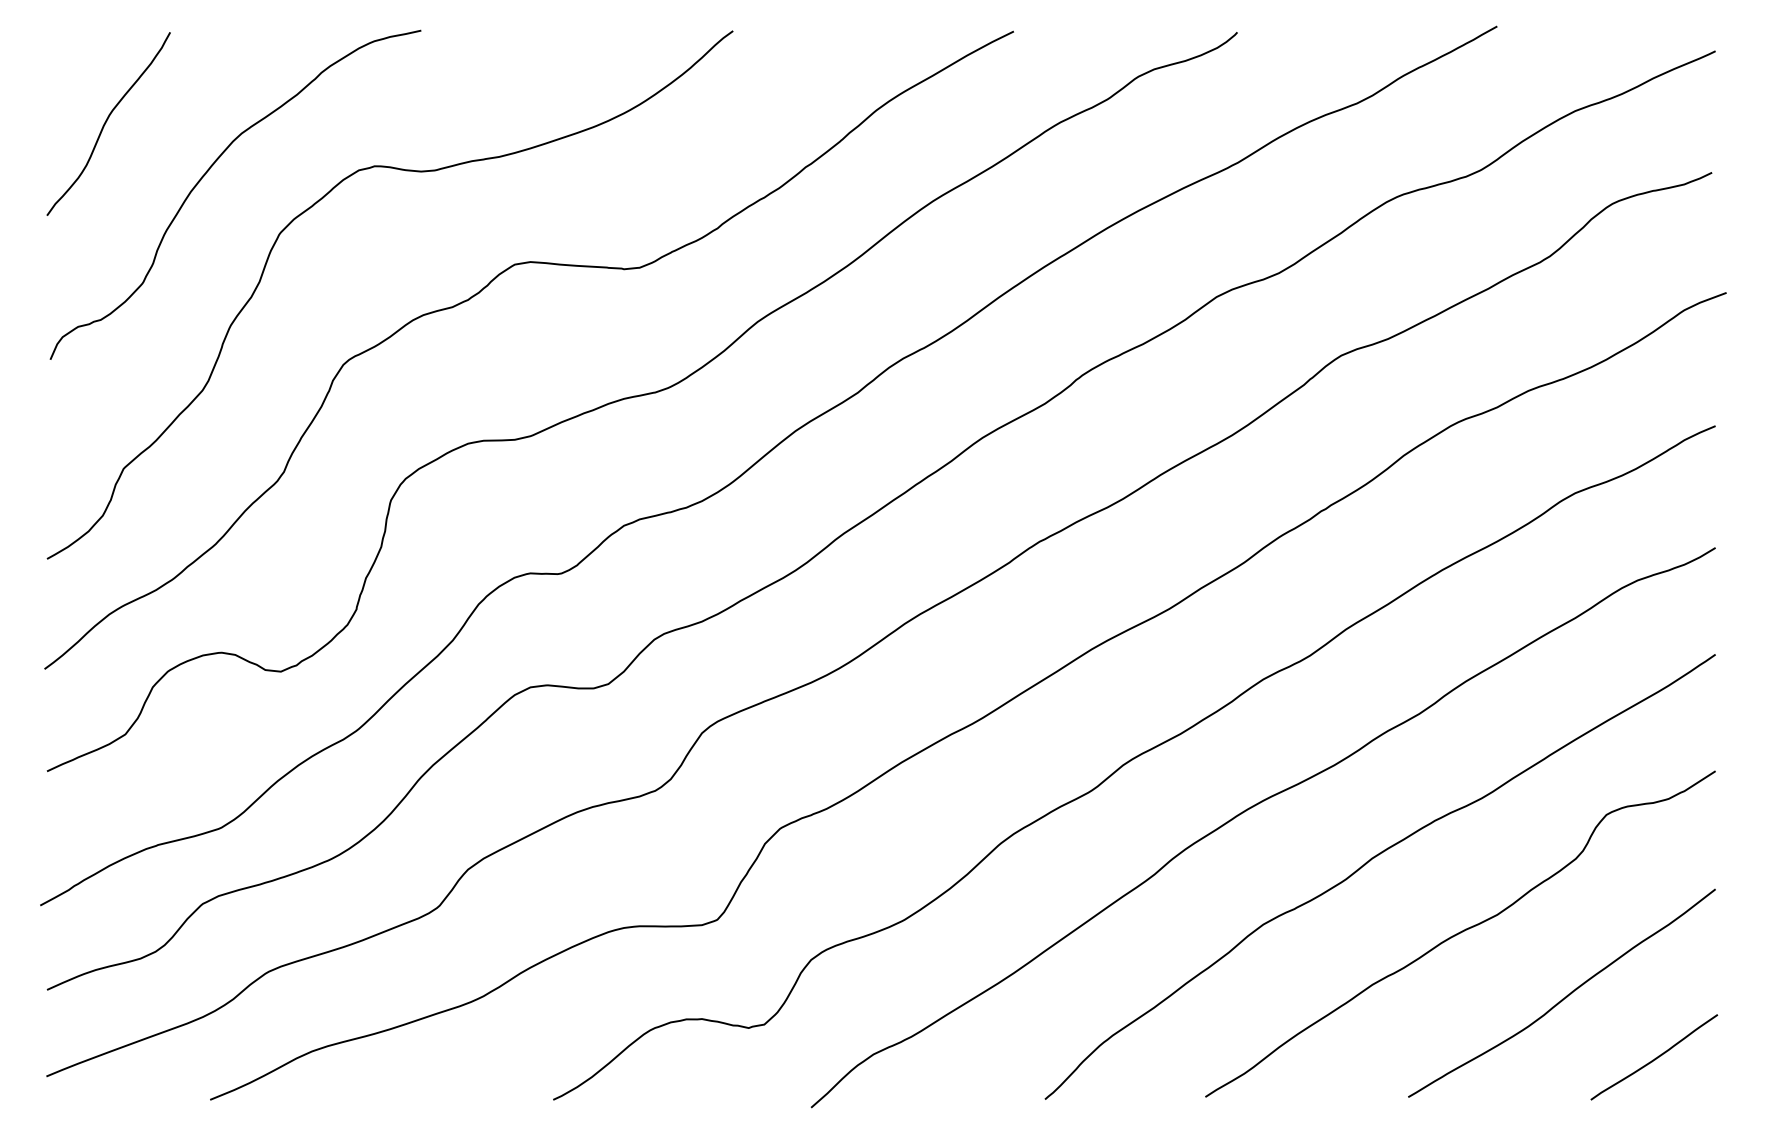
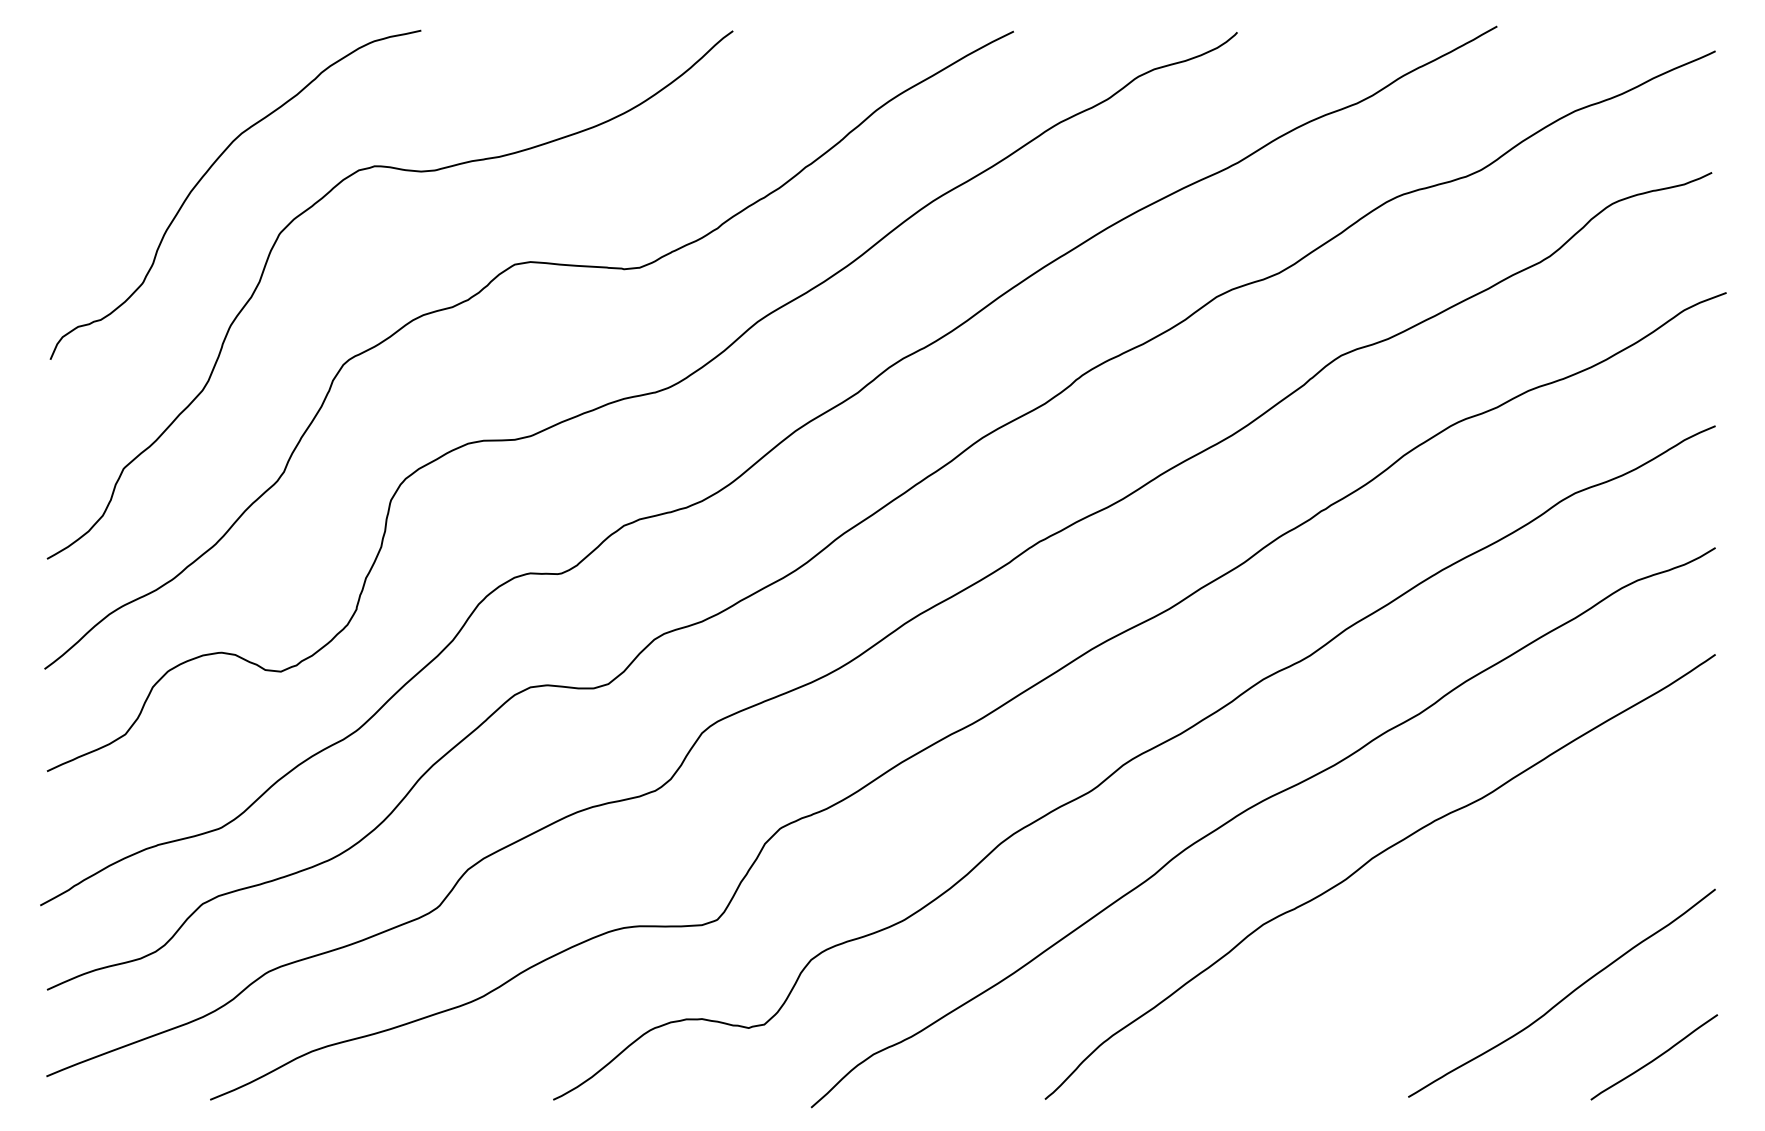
curve at (106, 123): present -> none
curve at (1460, 933): present -> none
